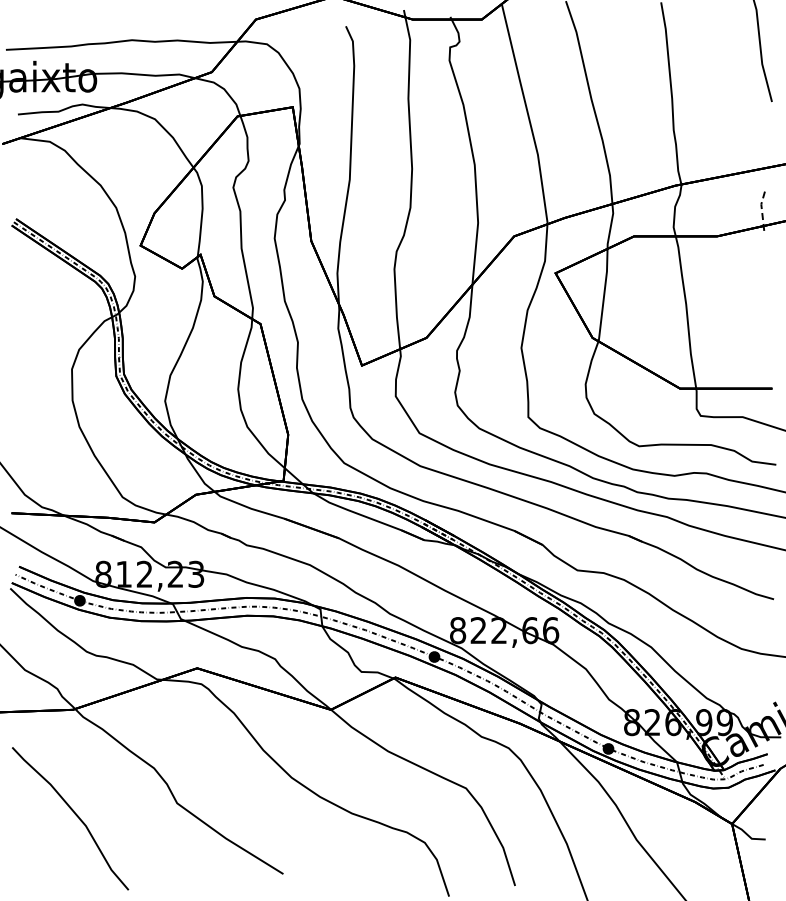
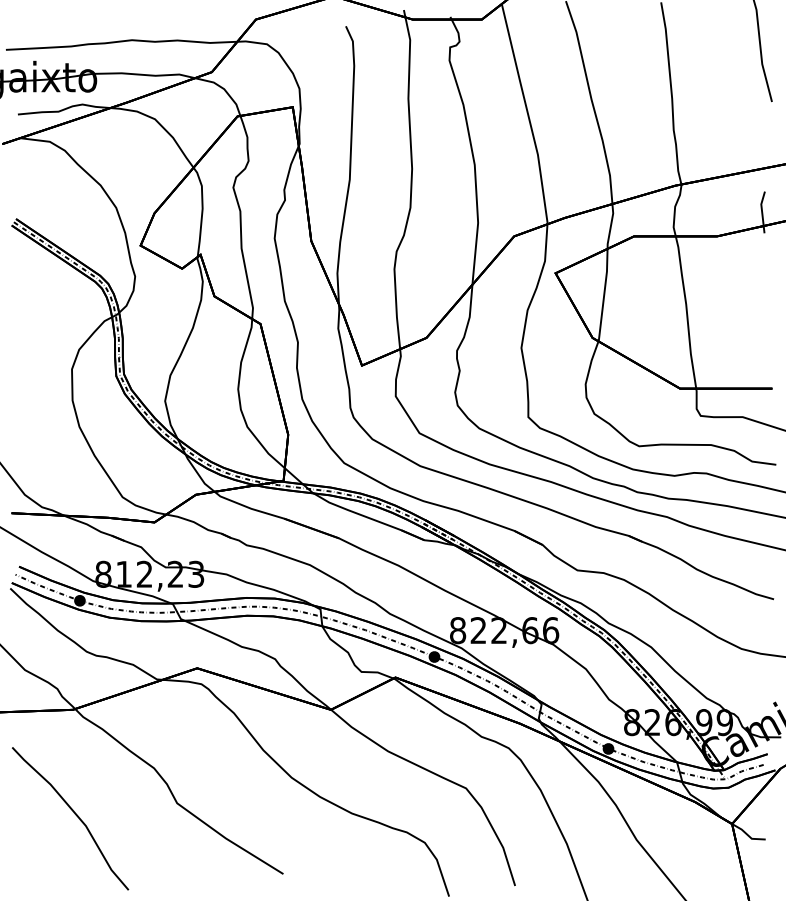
line at (762, 212): dashed -> solid
